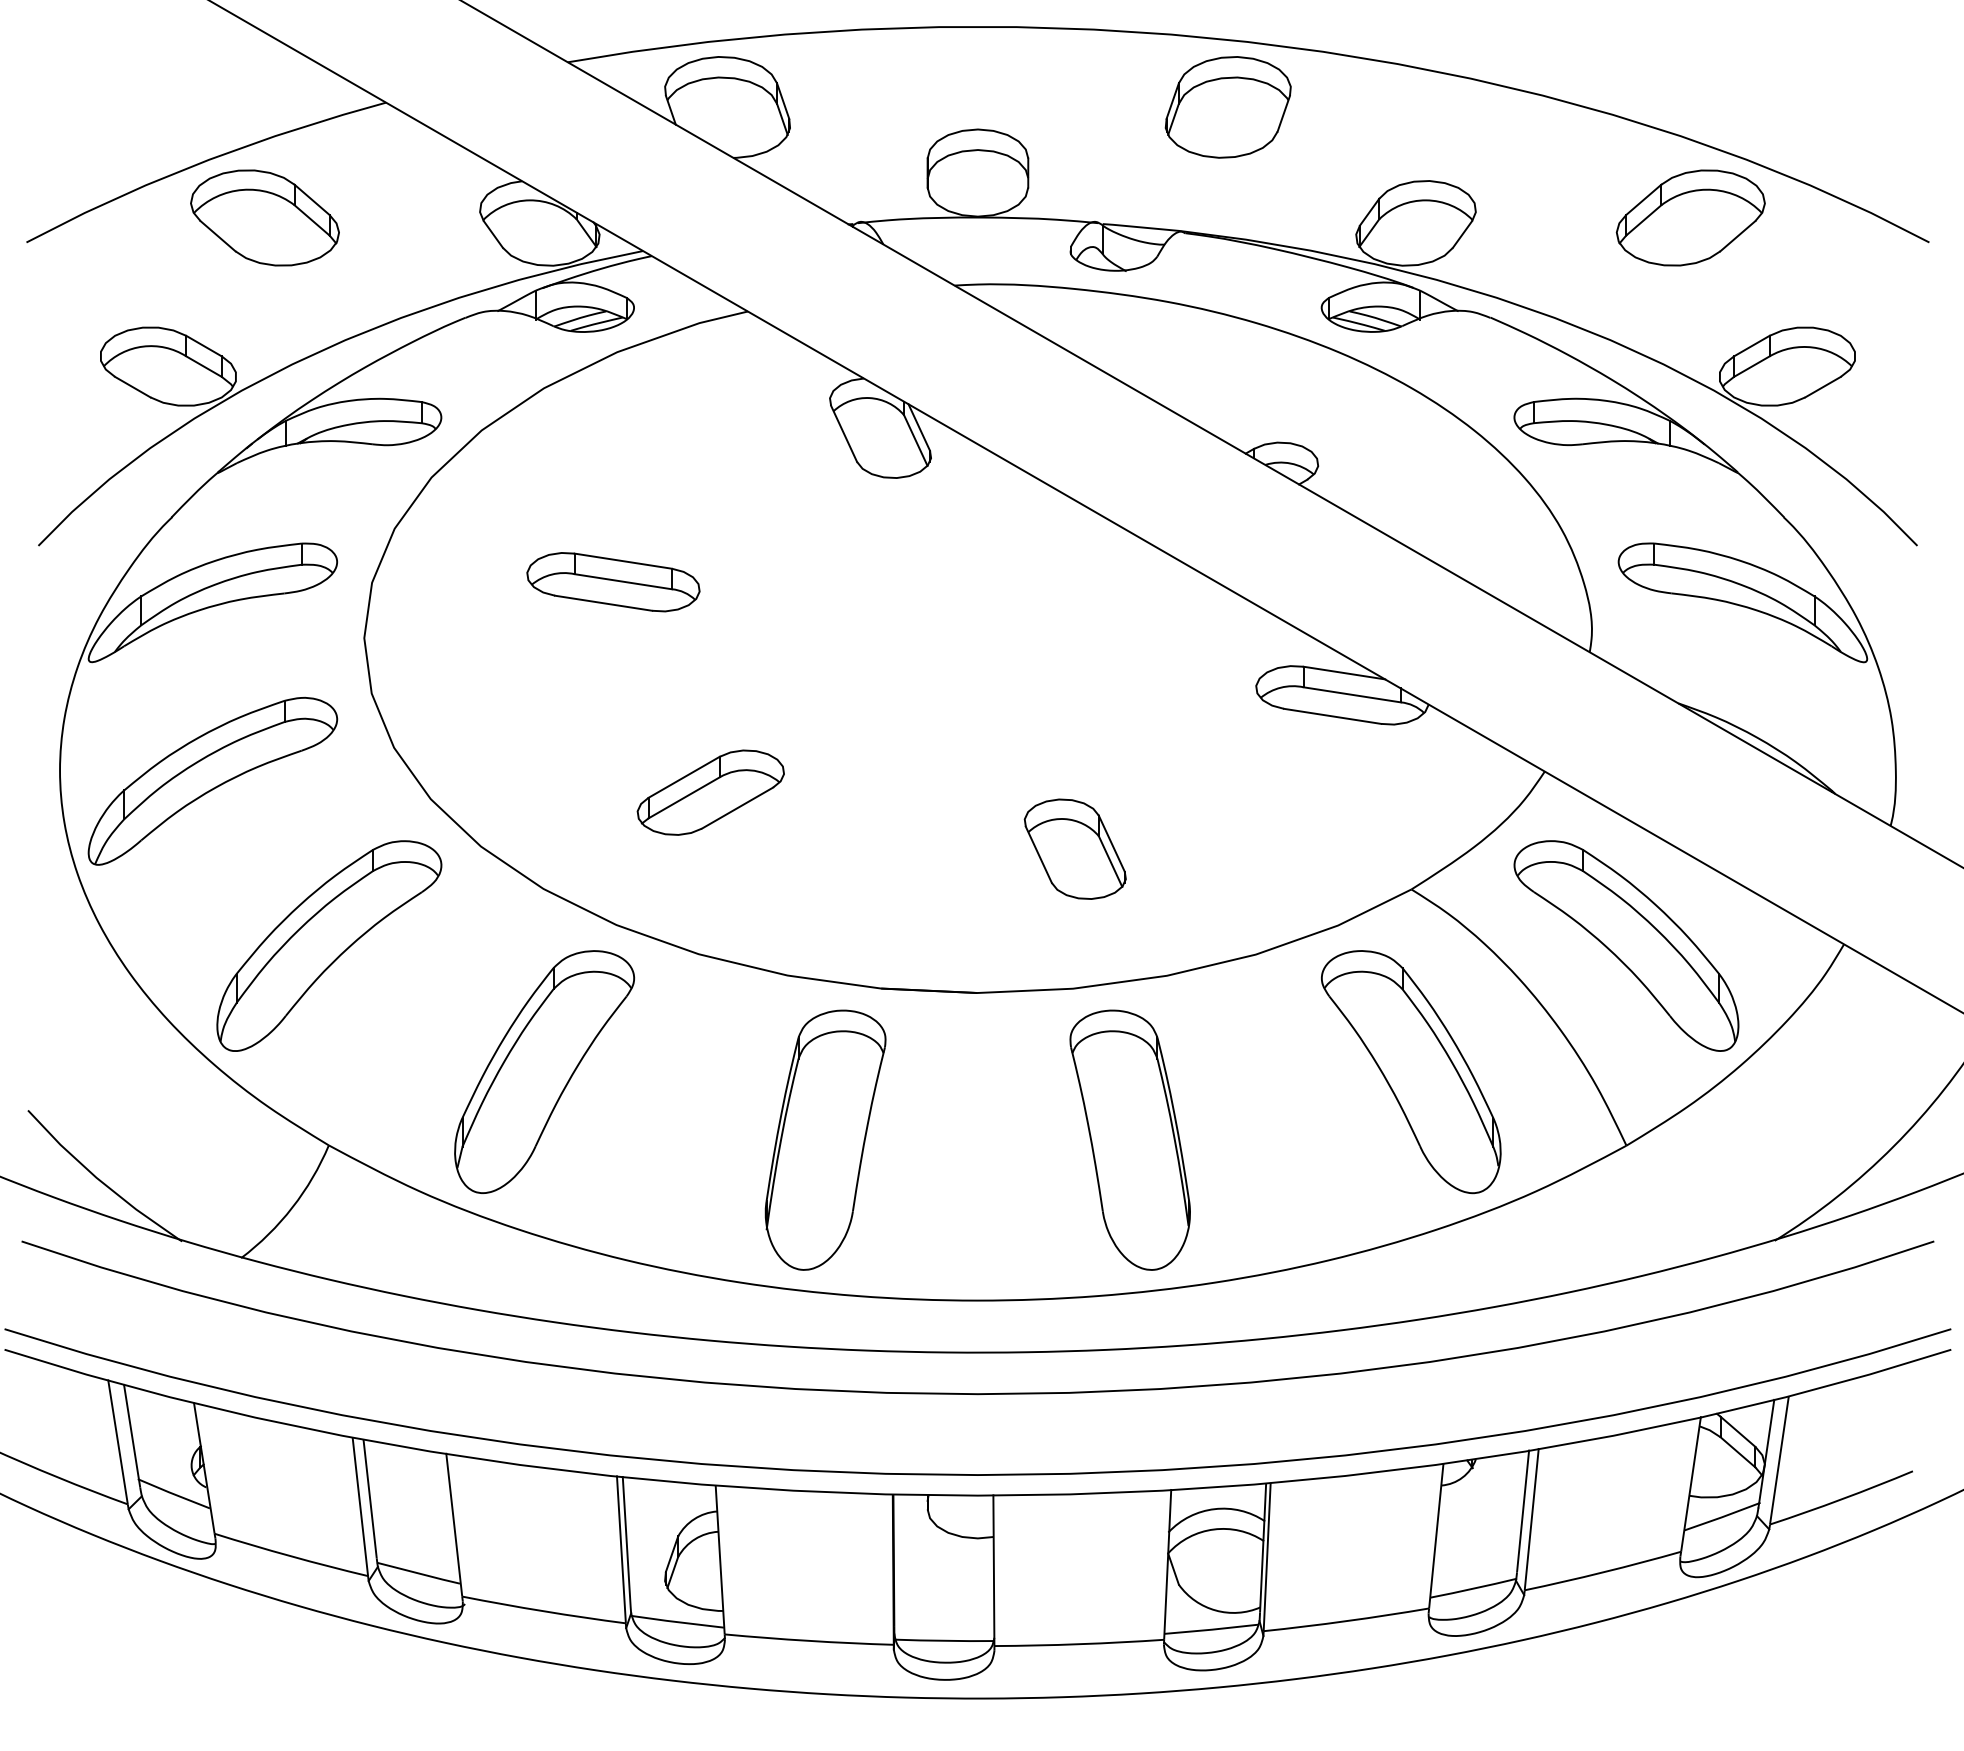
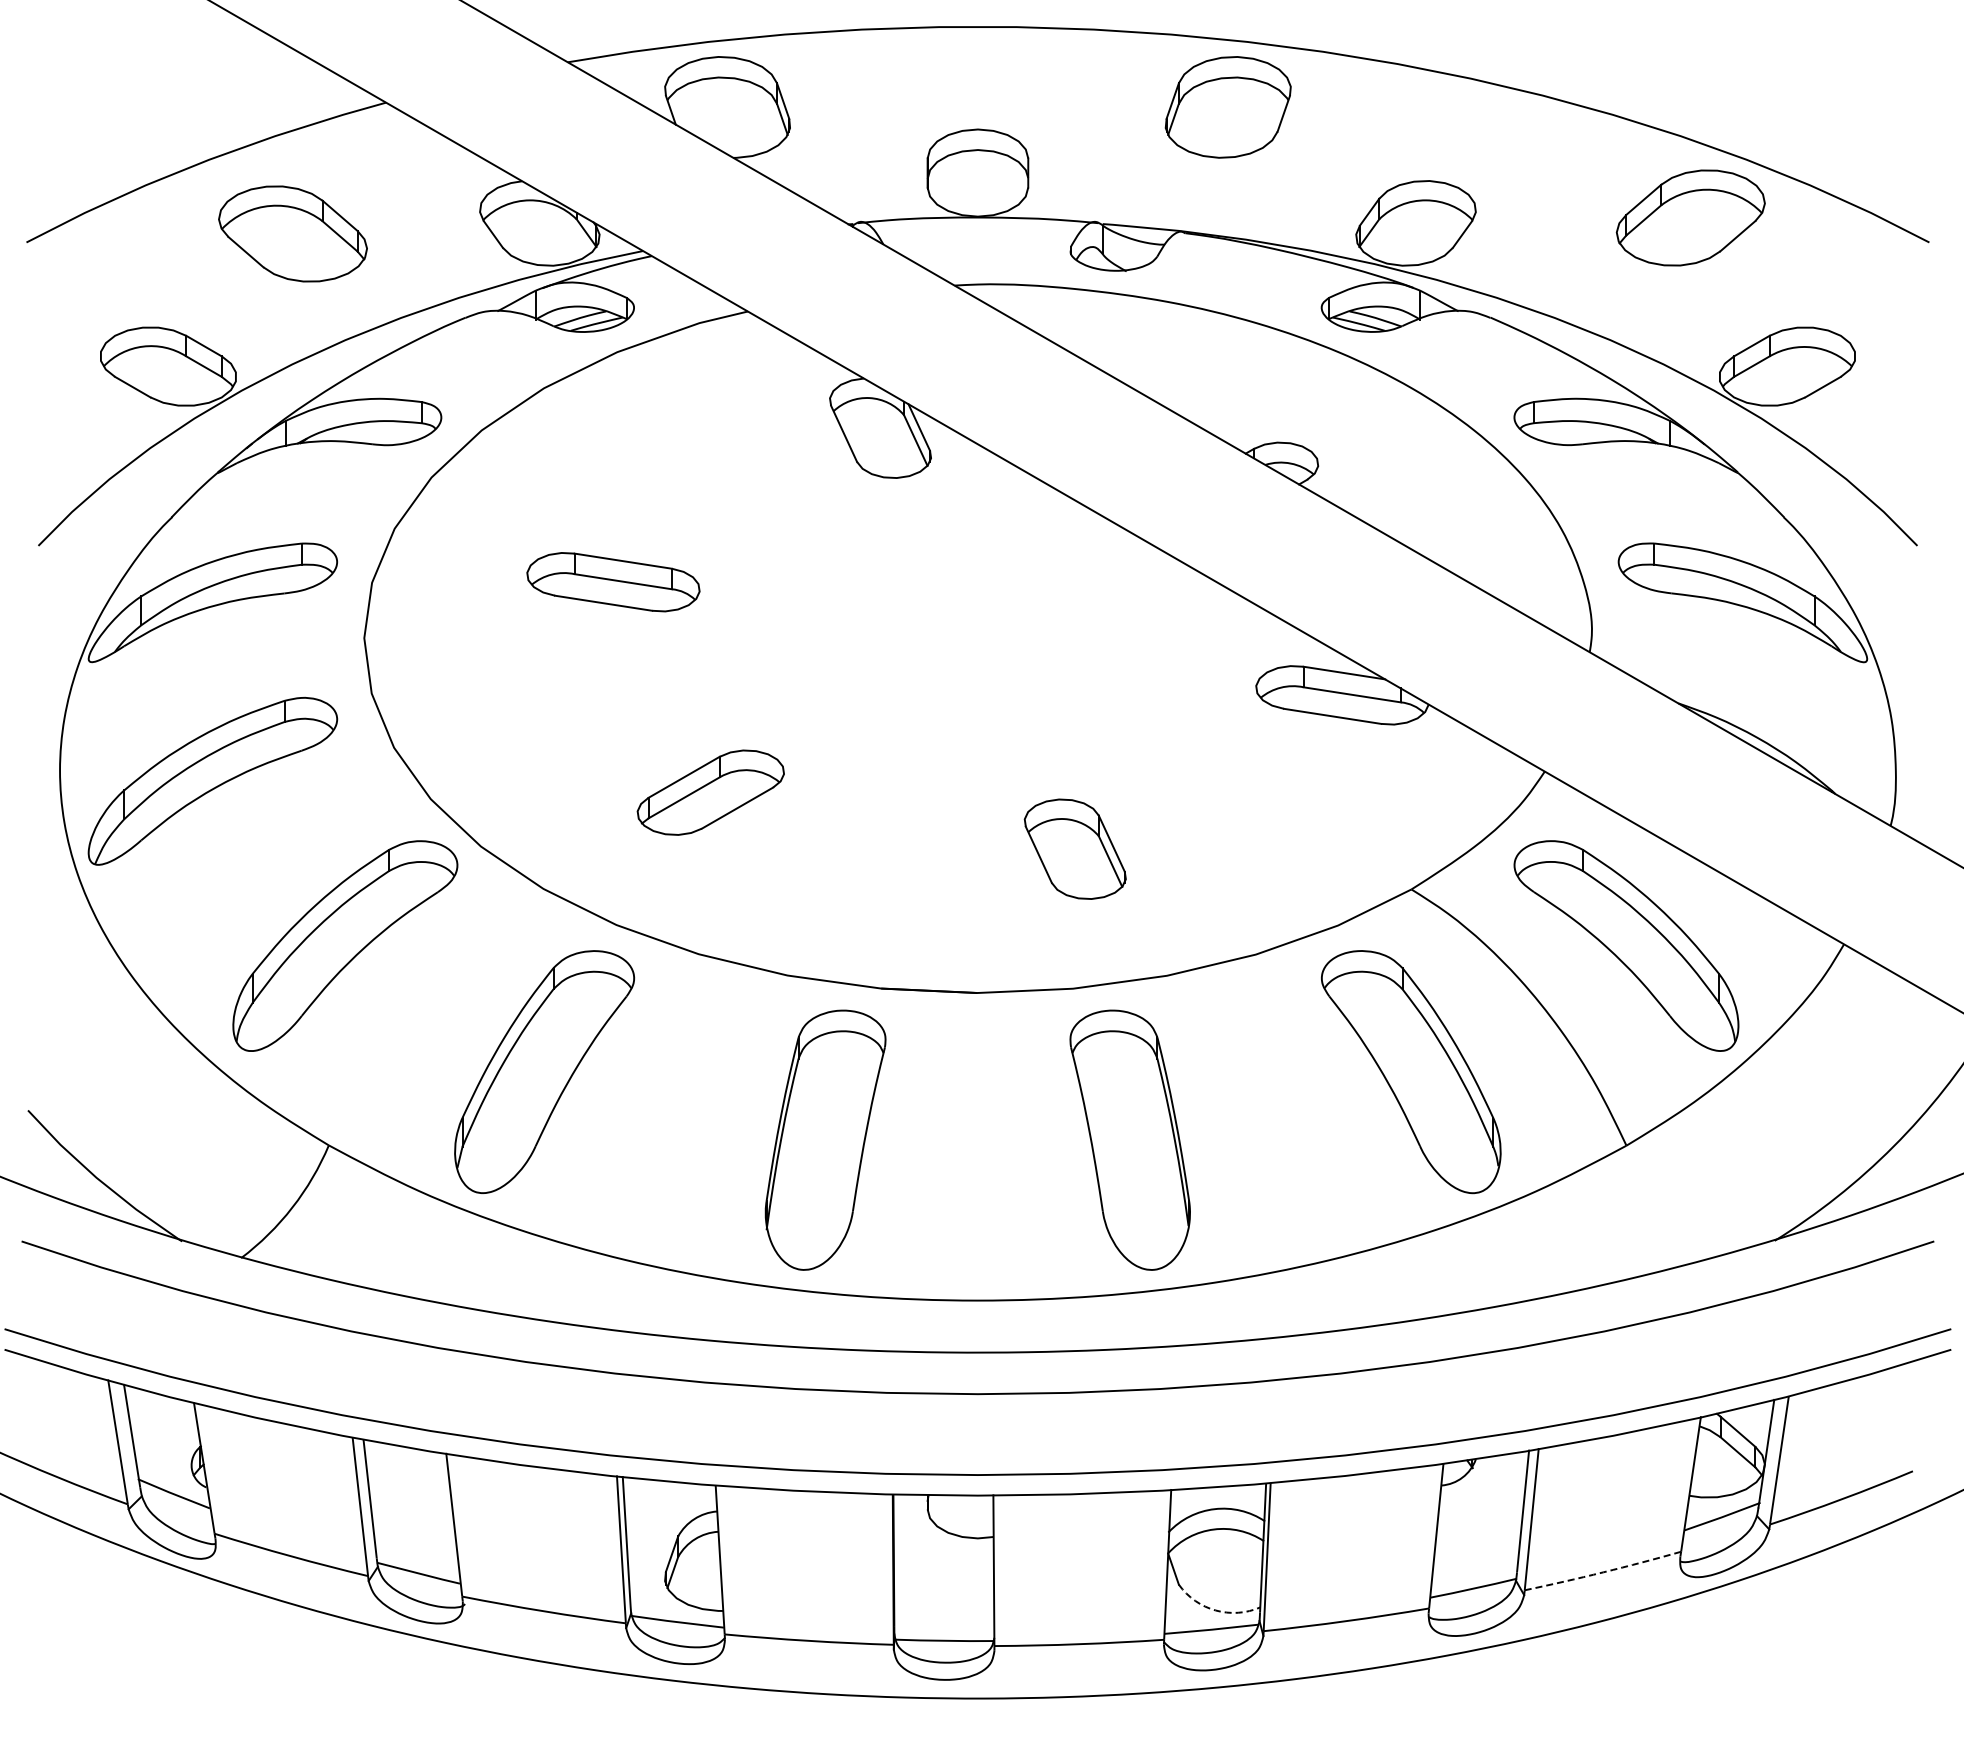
part at (264, 217) position: (264, 217) -> (292, 233)
part at (329, 945) position: (329, 945) -> (345, 945)
arc at (1603, 1572): solid -> dashed
arc at (1215, 1610): solid -> dashed
